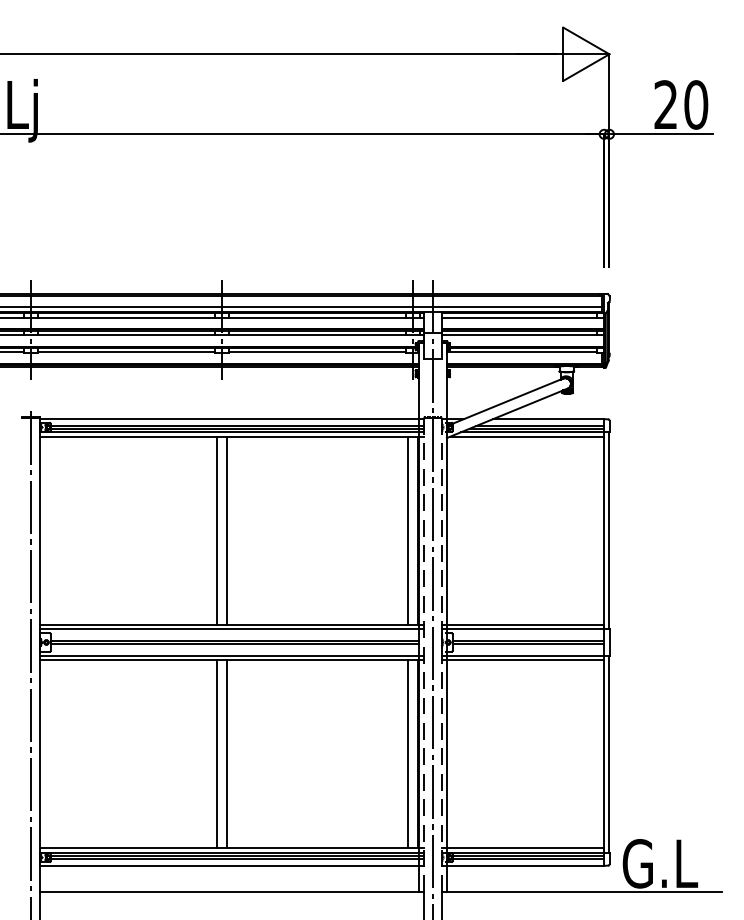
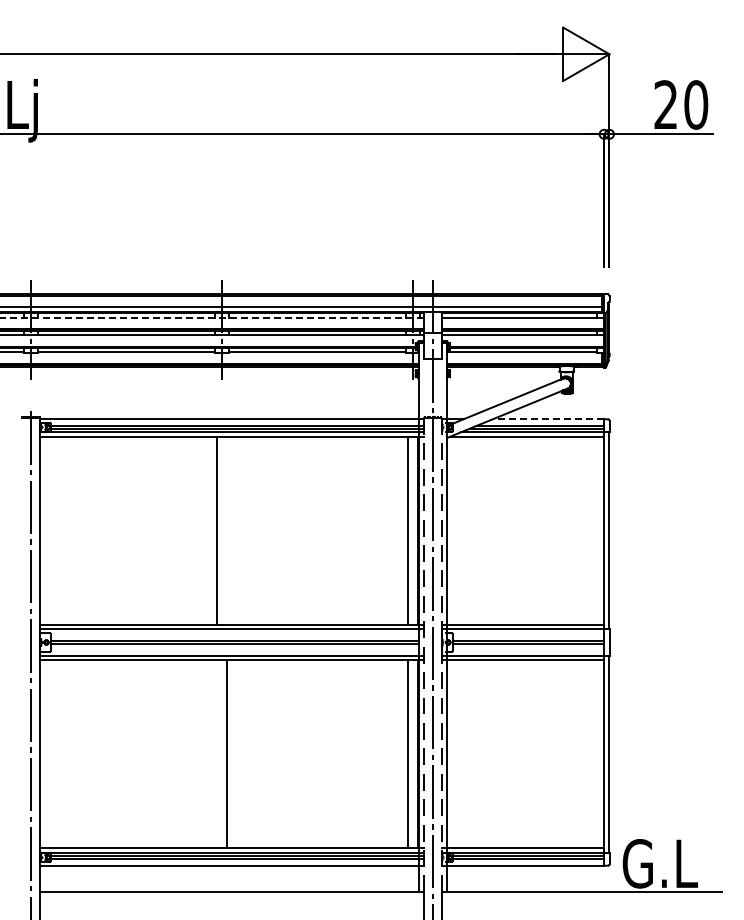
line at (211, 317): solid -> dashed
line at (548, 419): solid -> dashed
line at (227, 530): present -> none
line at (216, 753): present -> none
